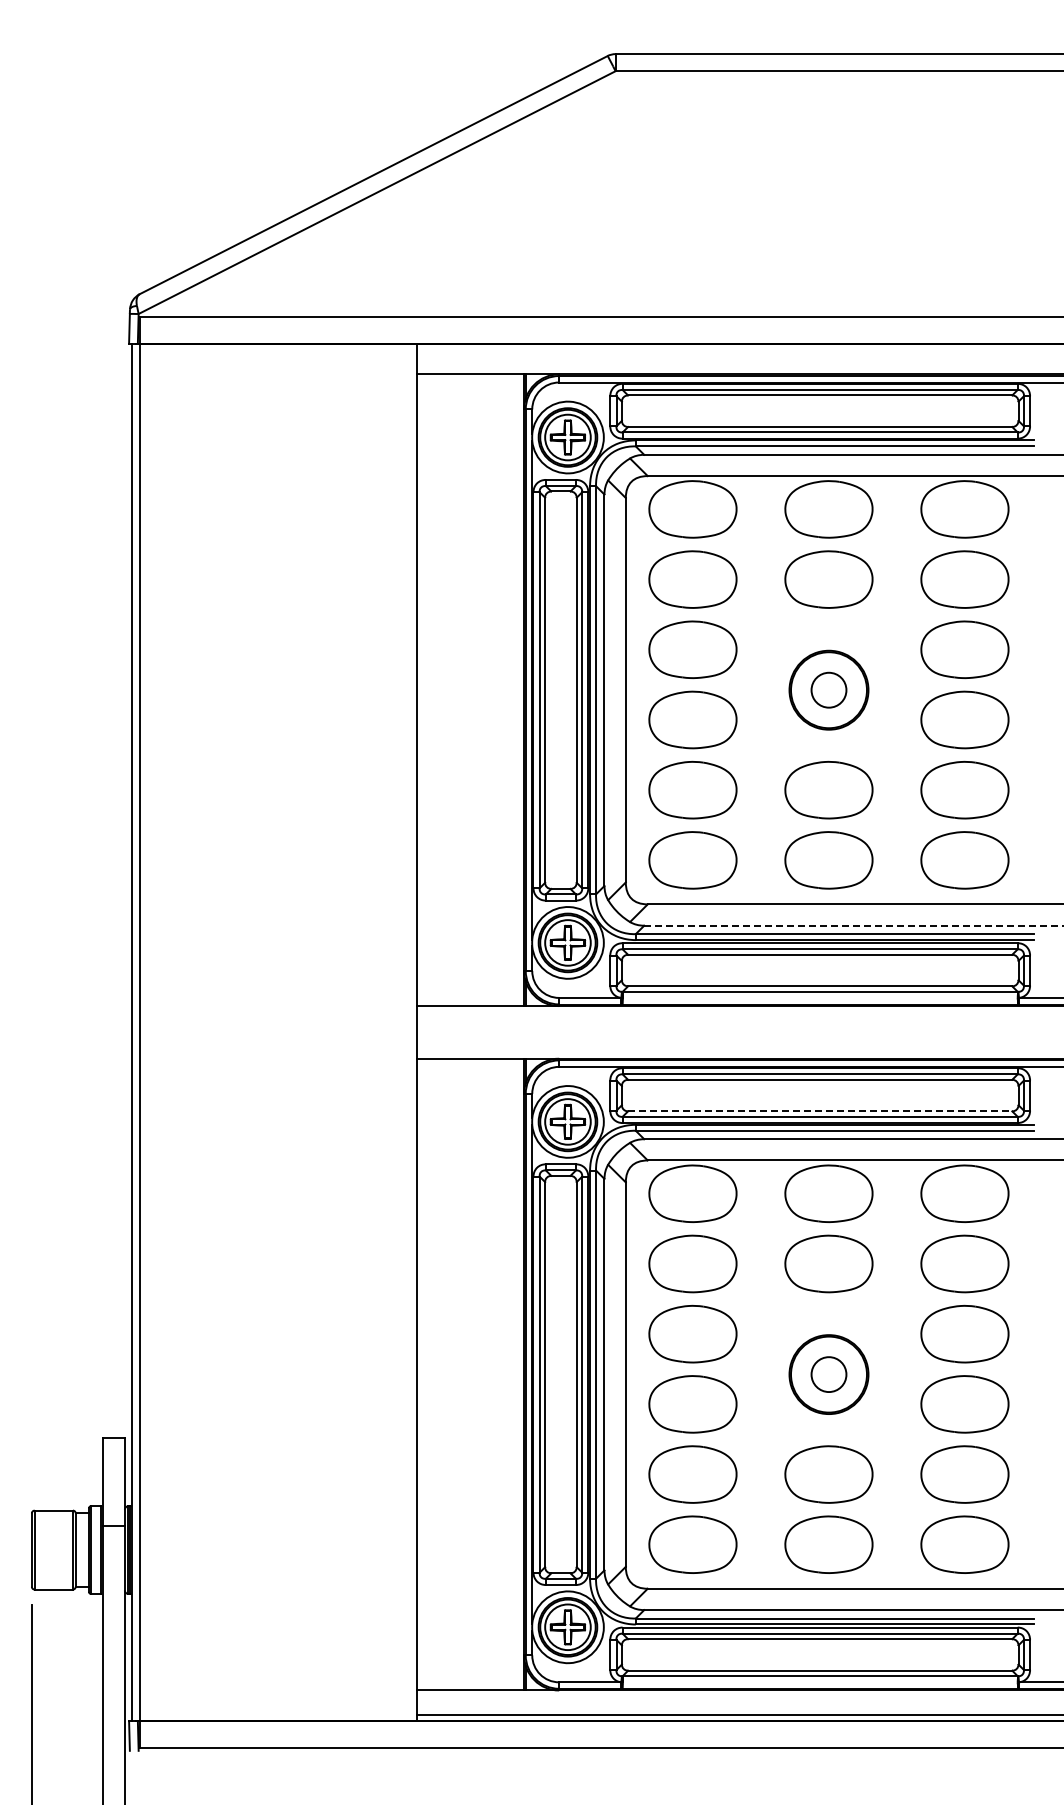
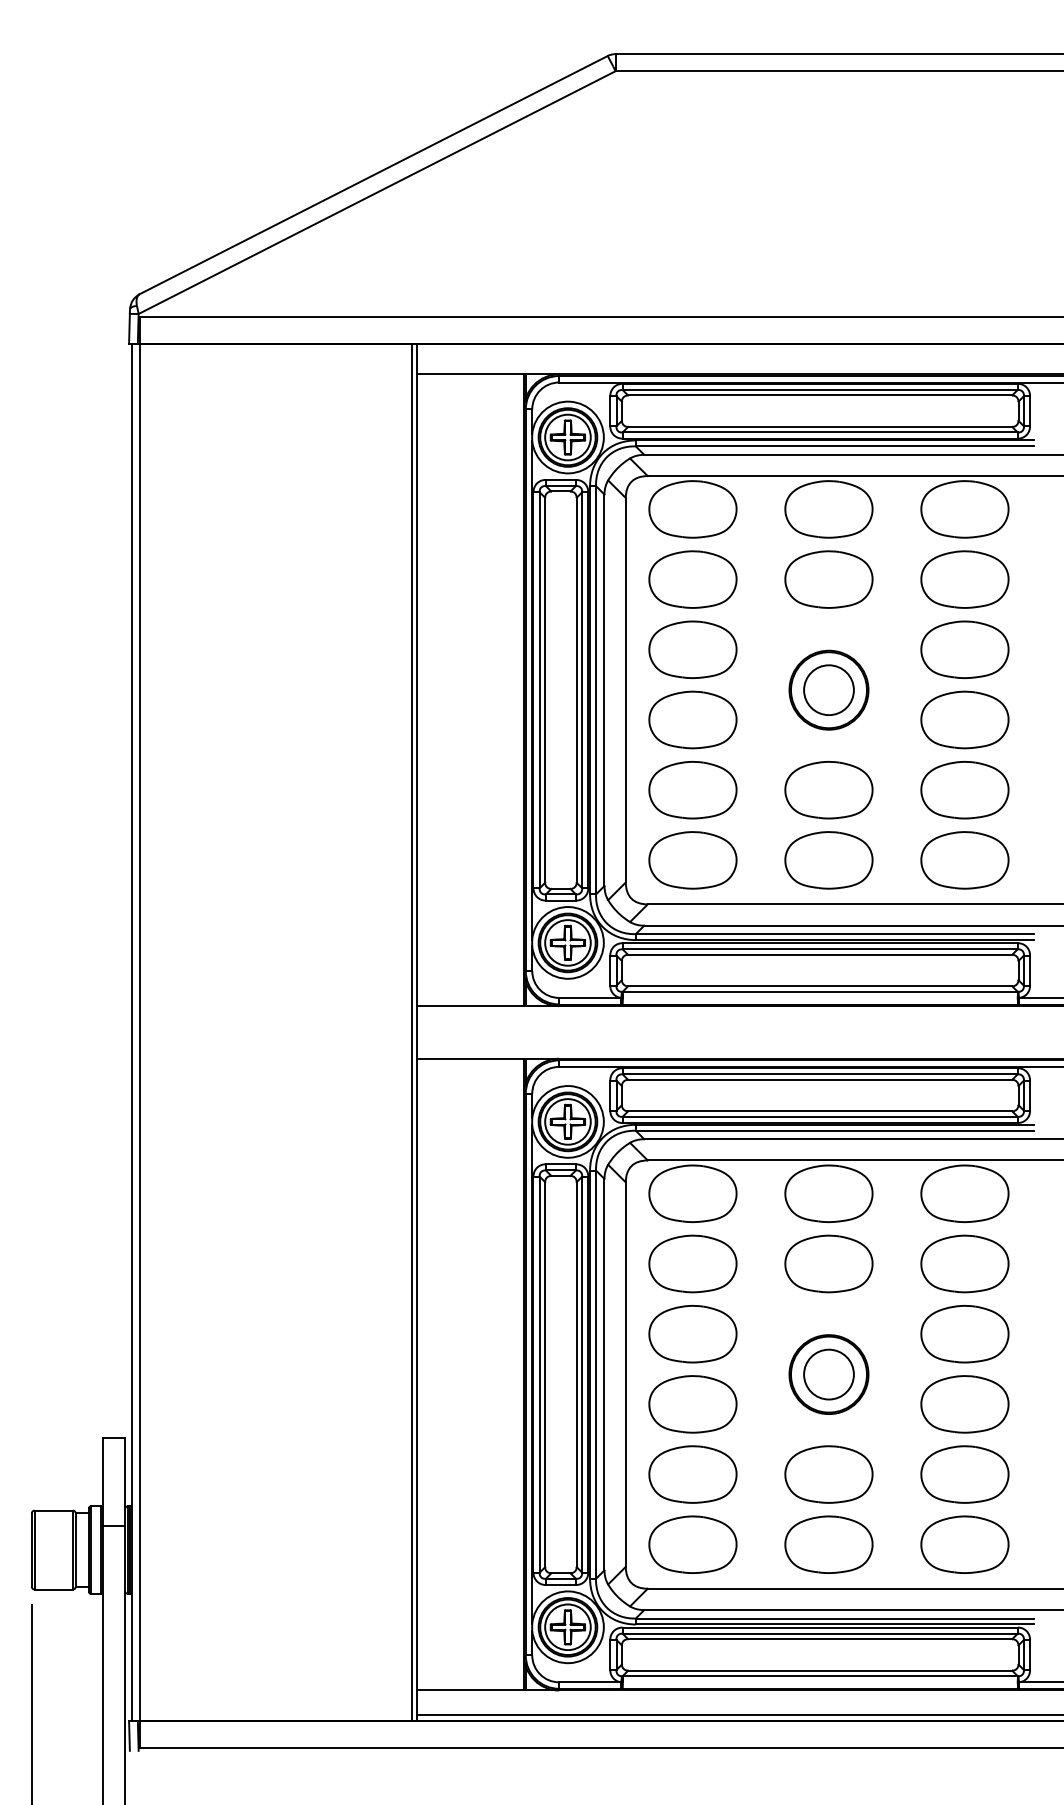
circle at (828, 689) diameter: 35 px -> 50 px
line at (853, 925): dashed -> solid
line at (412, 1032): none -> present
line at (820, 1111): dashed -> solid
circle at (828, 1374) diameter: 35 px -> 50 px
